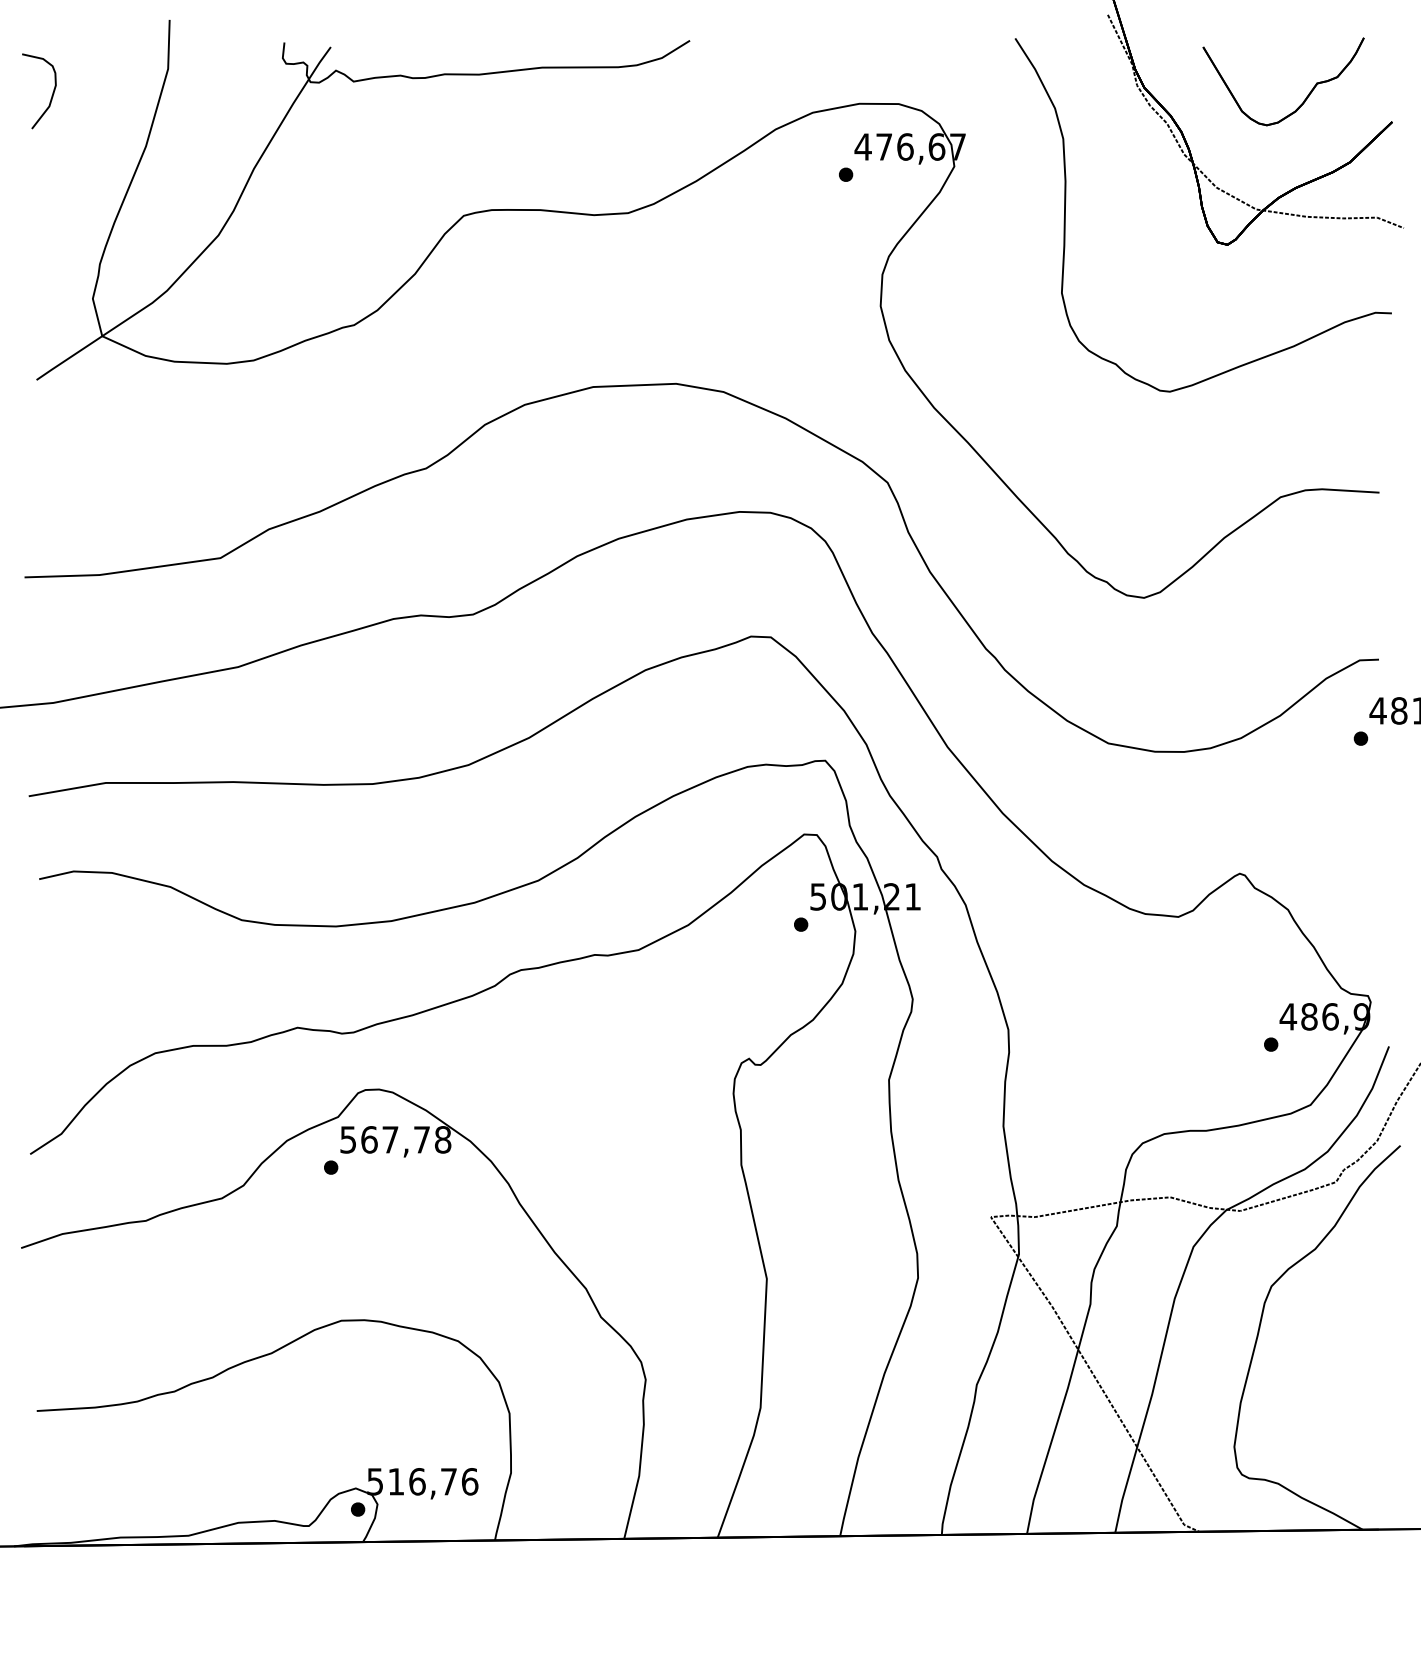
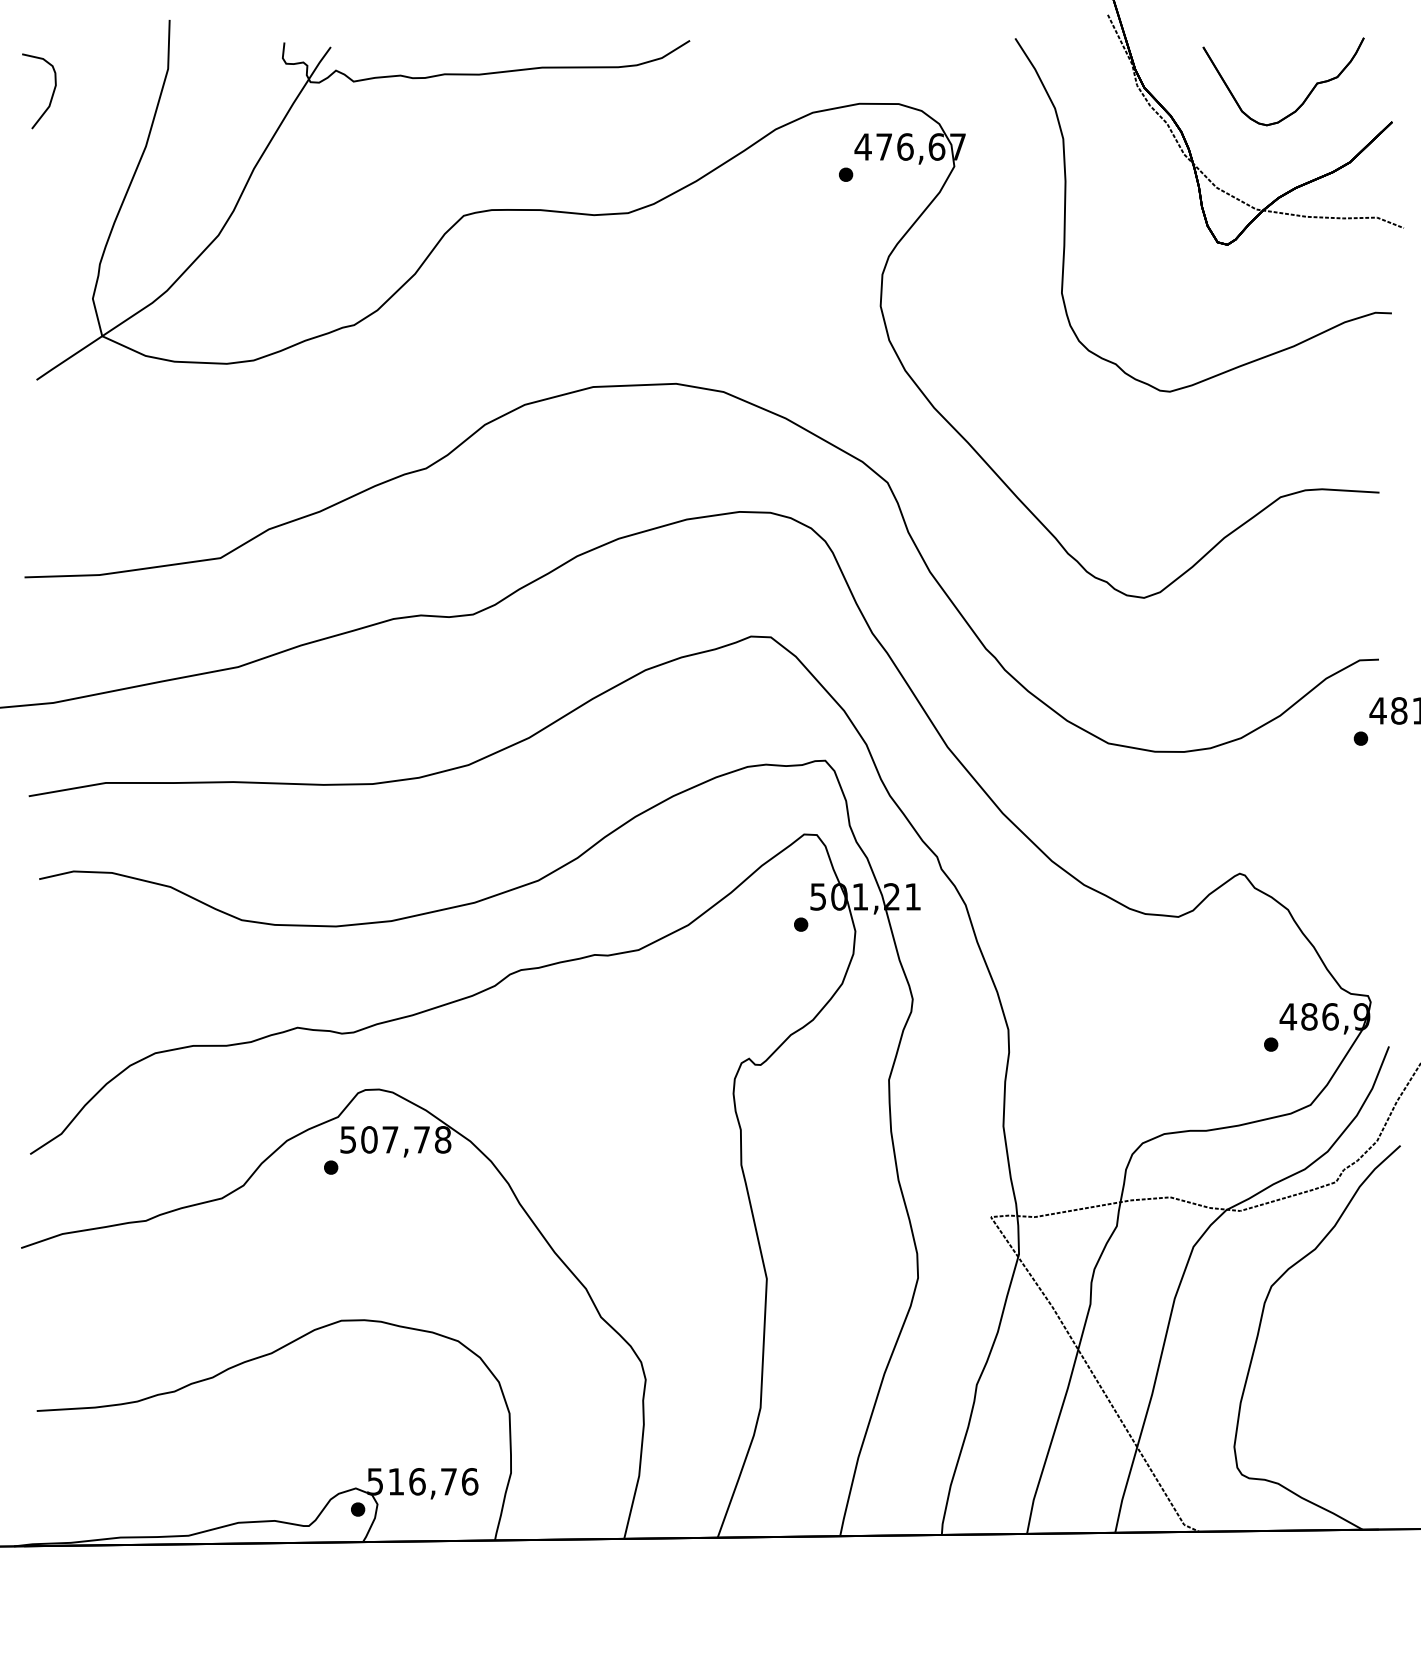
text at (369, 1139): 567,78 -> 507,78
